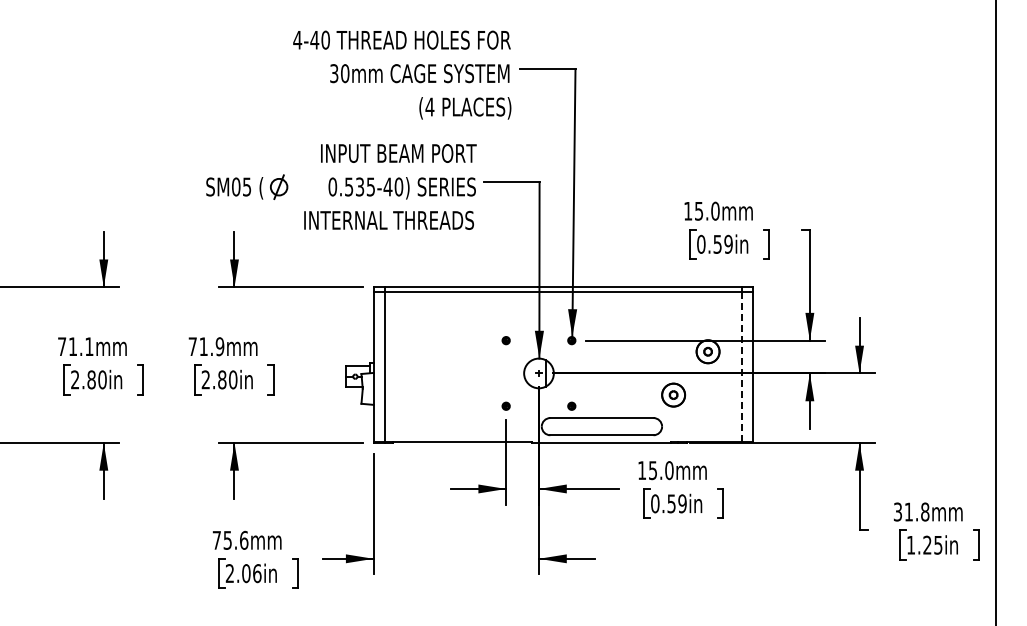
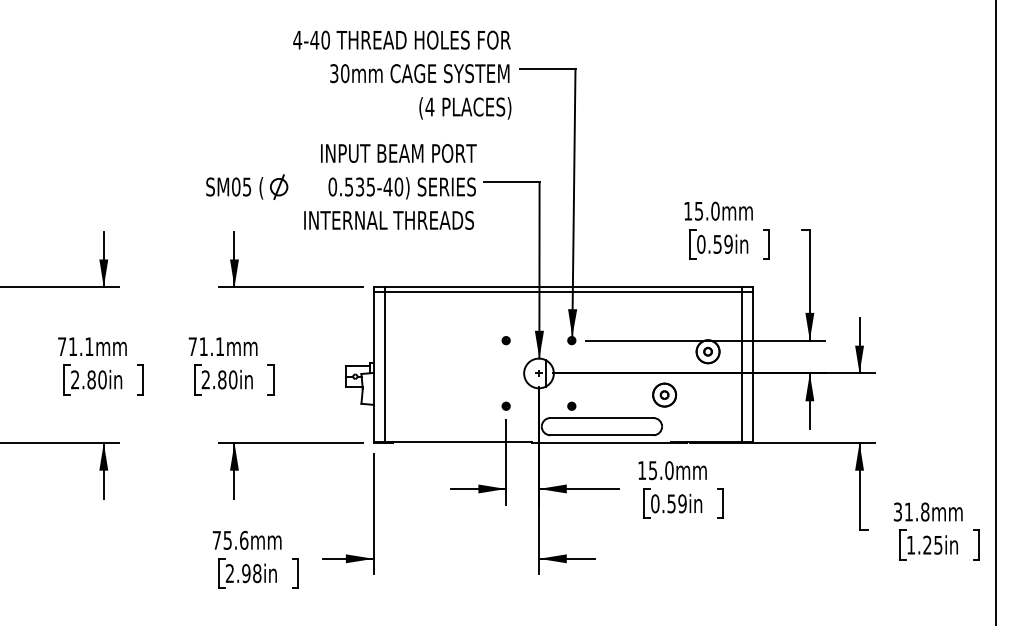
text at (219, 346): 71.9mm -> 71.1mm
line at (741, 366): dashed -> solid
part at (673, 394) position: (673, 394) -> (664, 394)
text at (251, 573): 2.06in -> 2.98in
